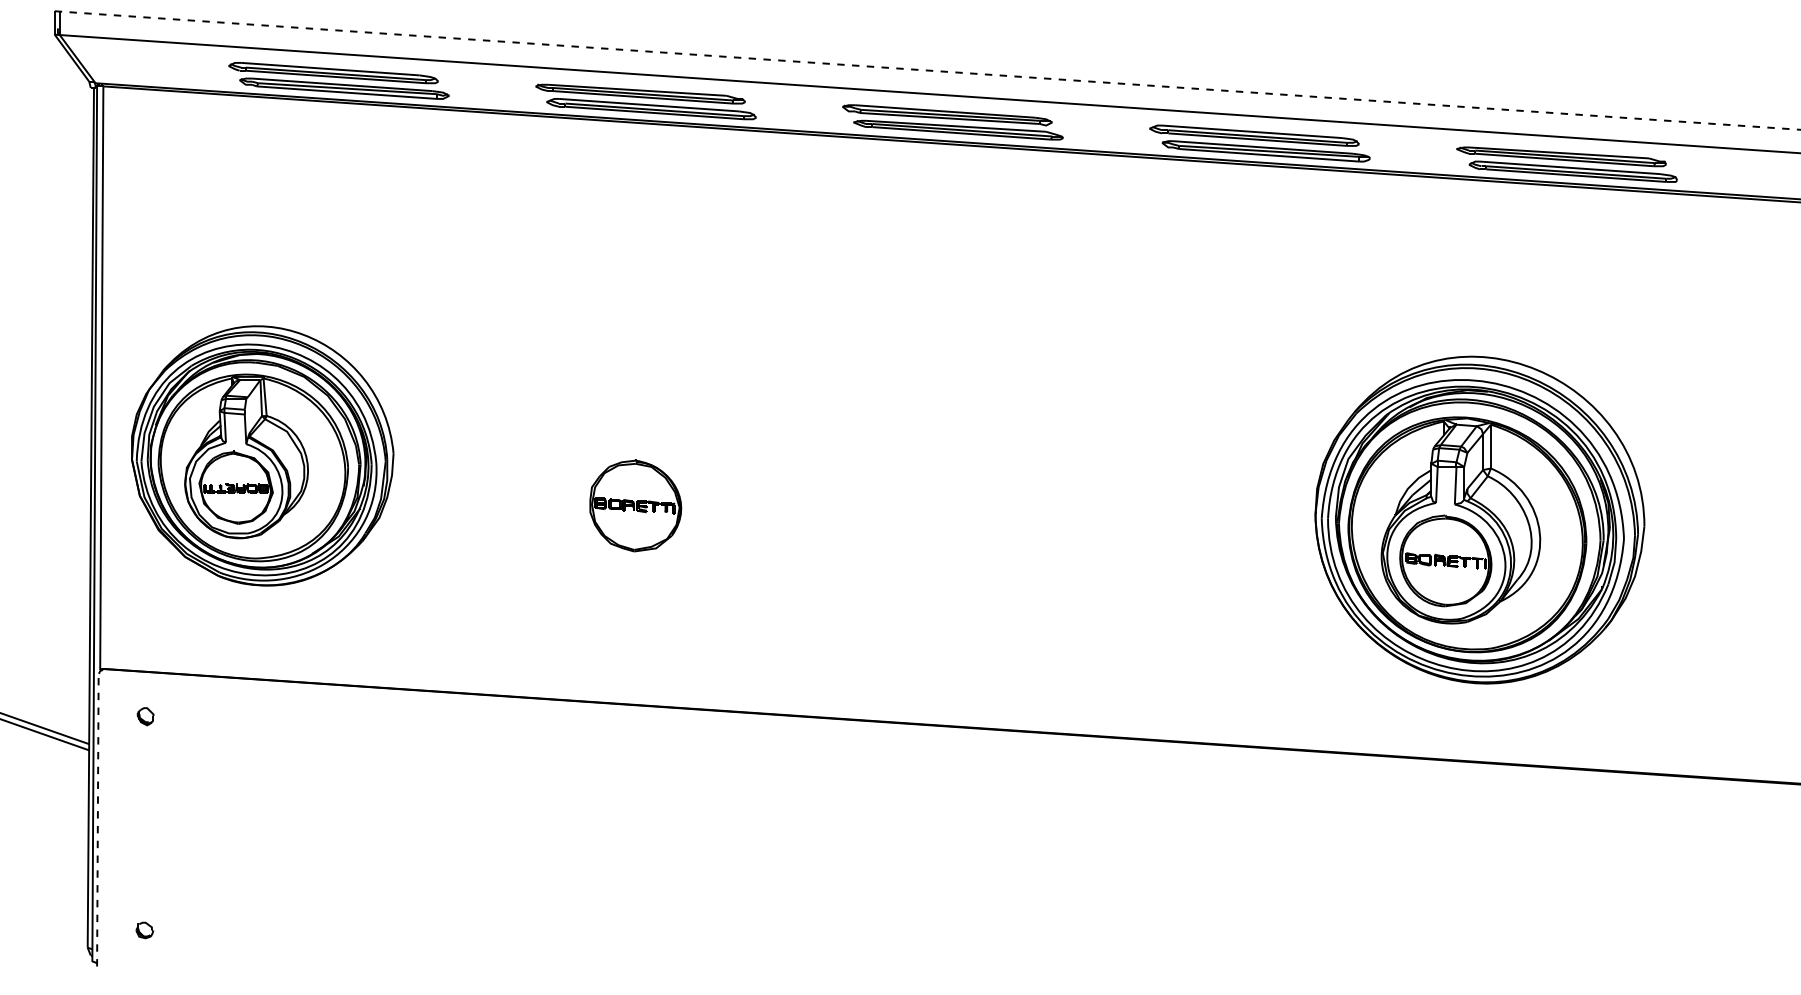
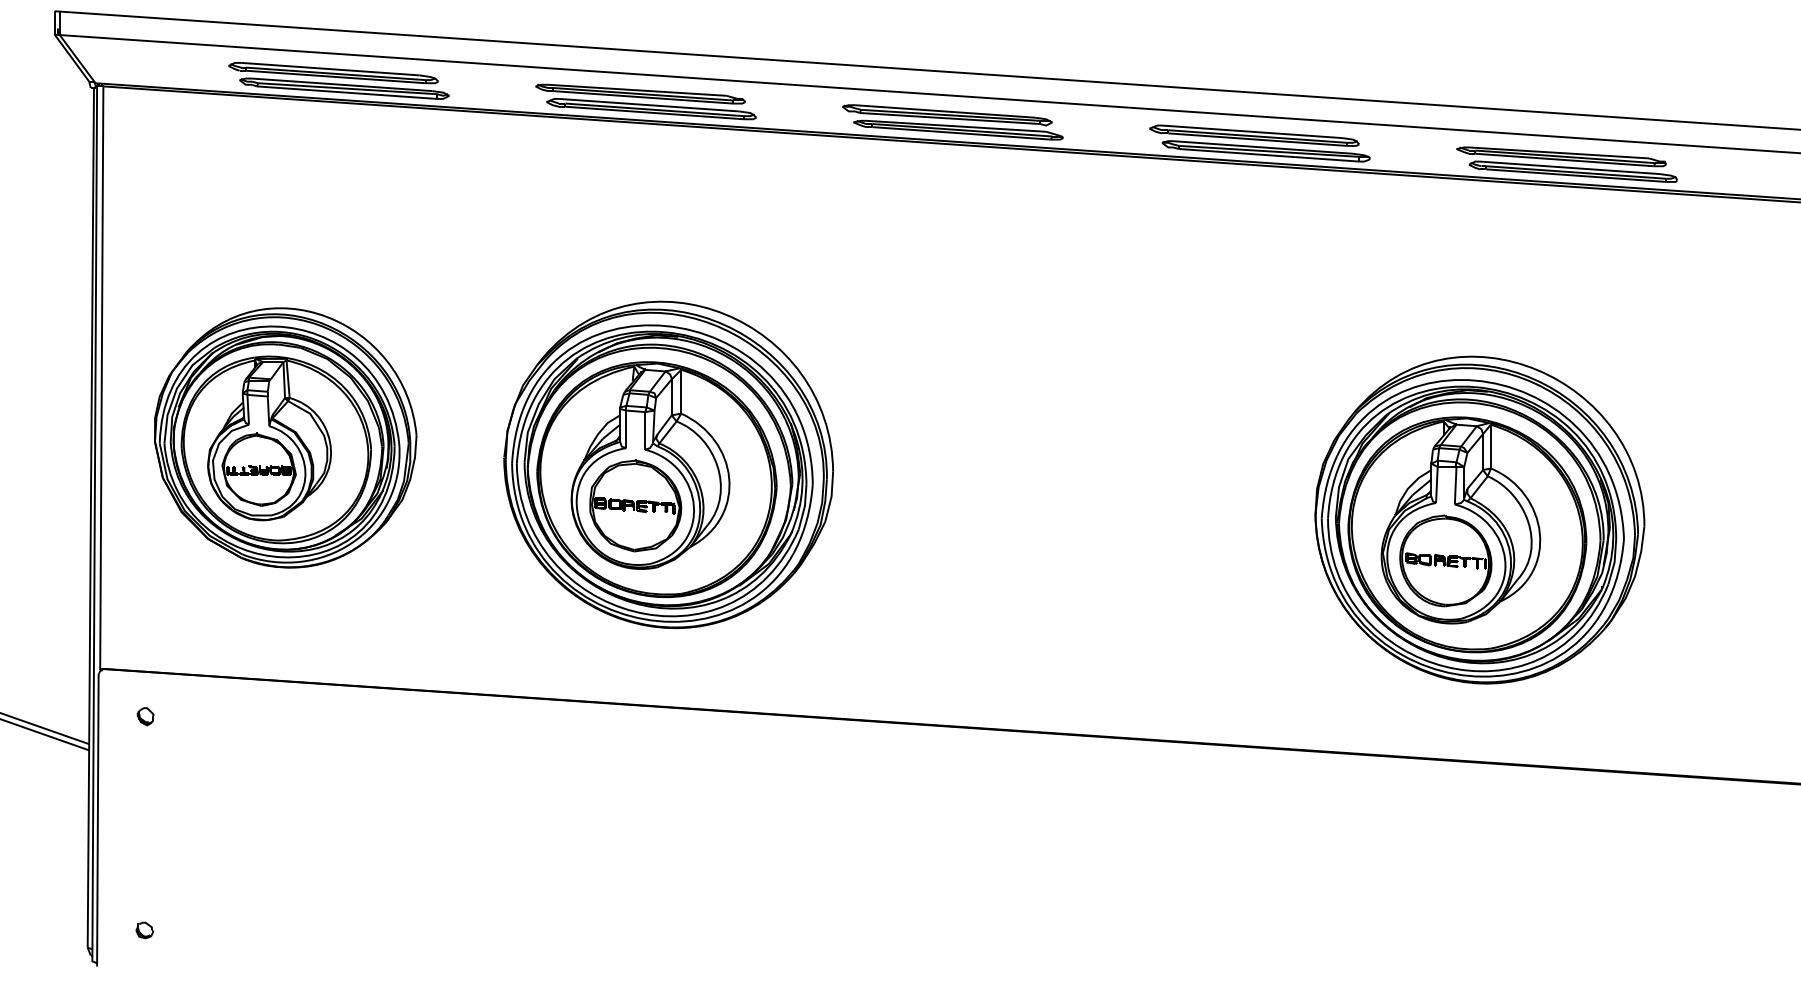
line at (927, 70): dashed -> solid
part at (262, 455) position: (262, 455) -> (285, 437)
part at (668, 464): none -> present
line at (97, 819): dashed -> solid
